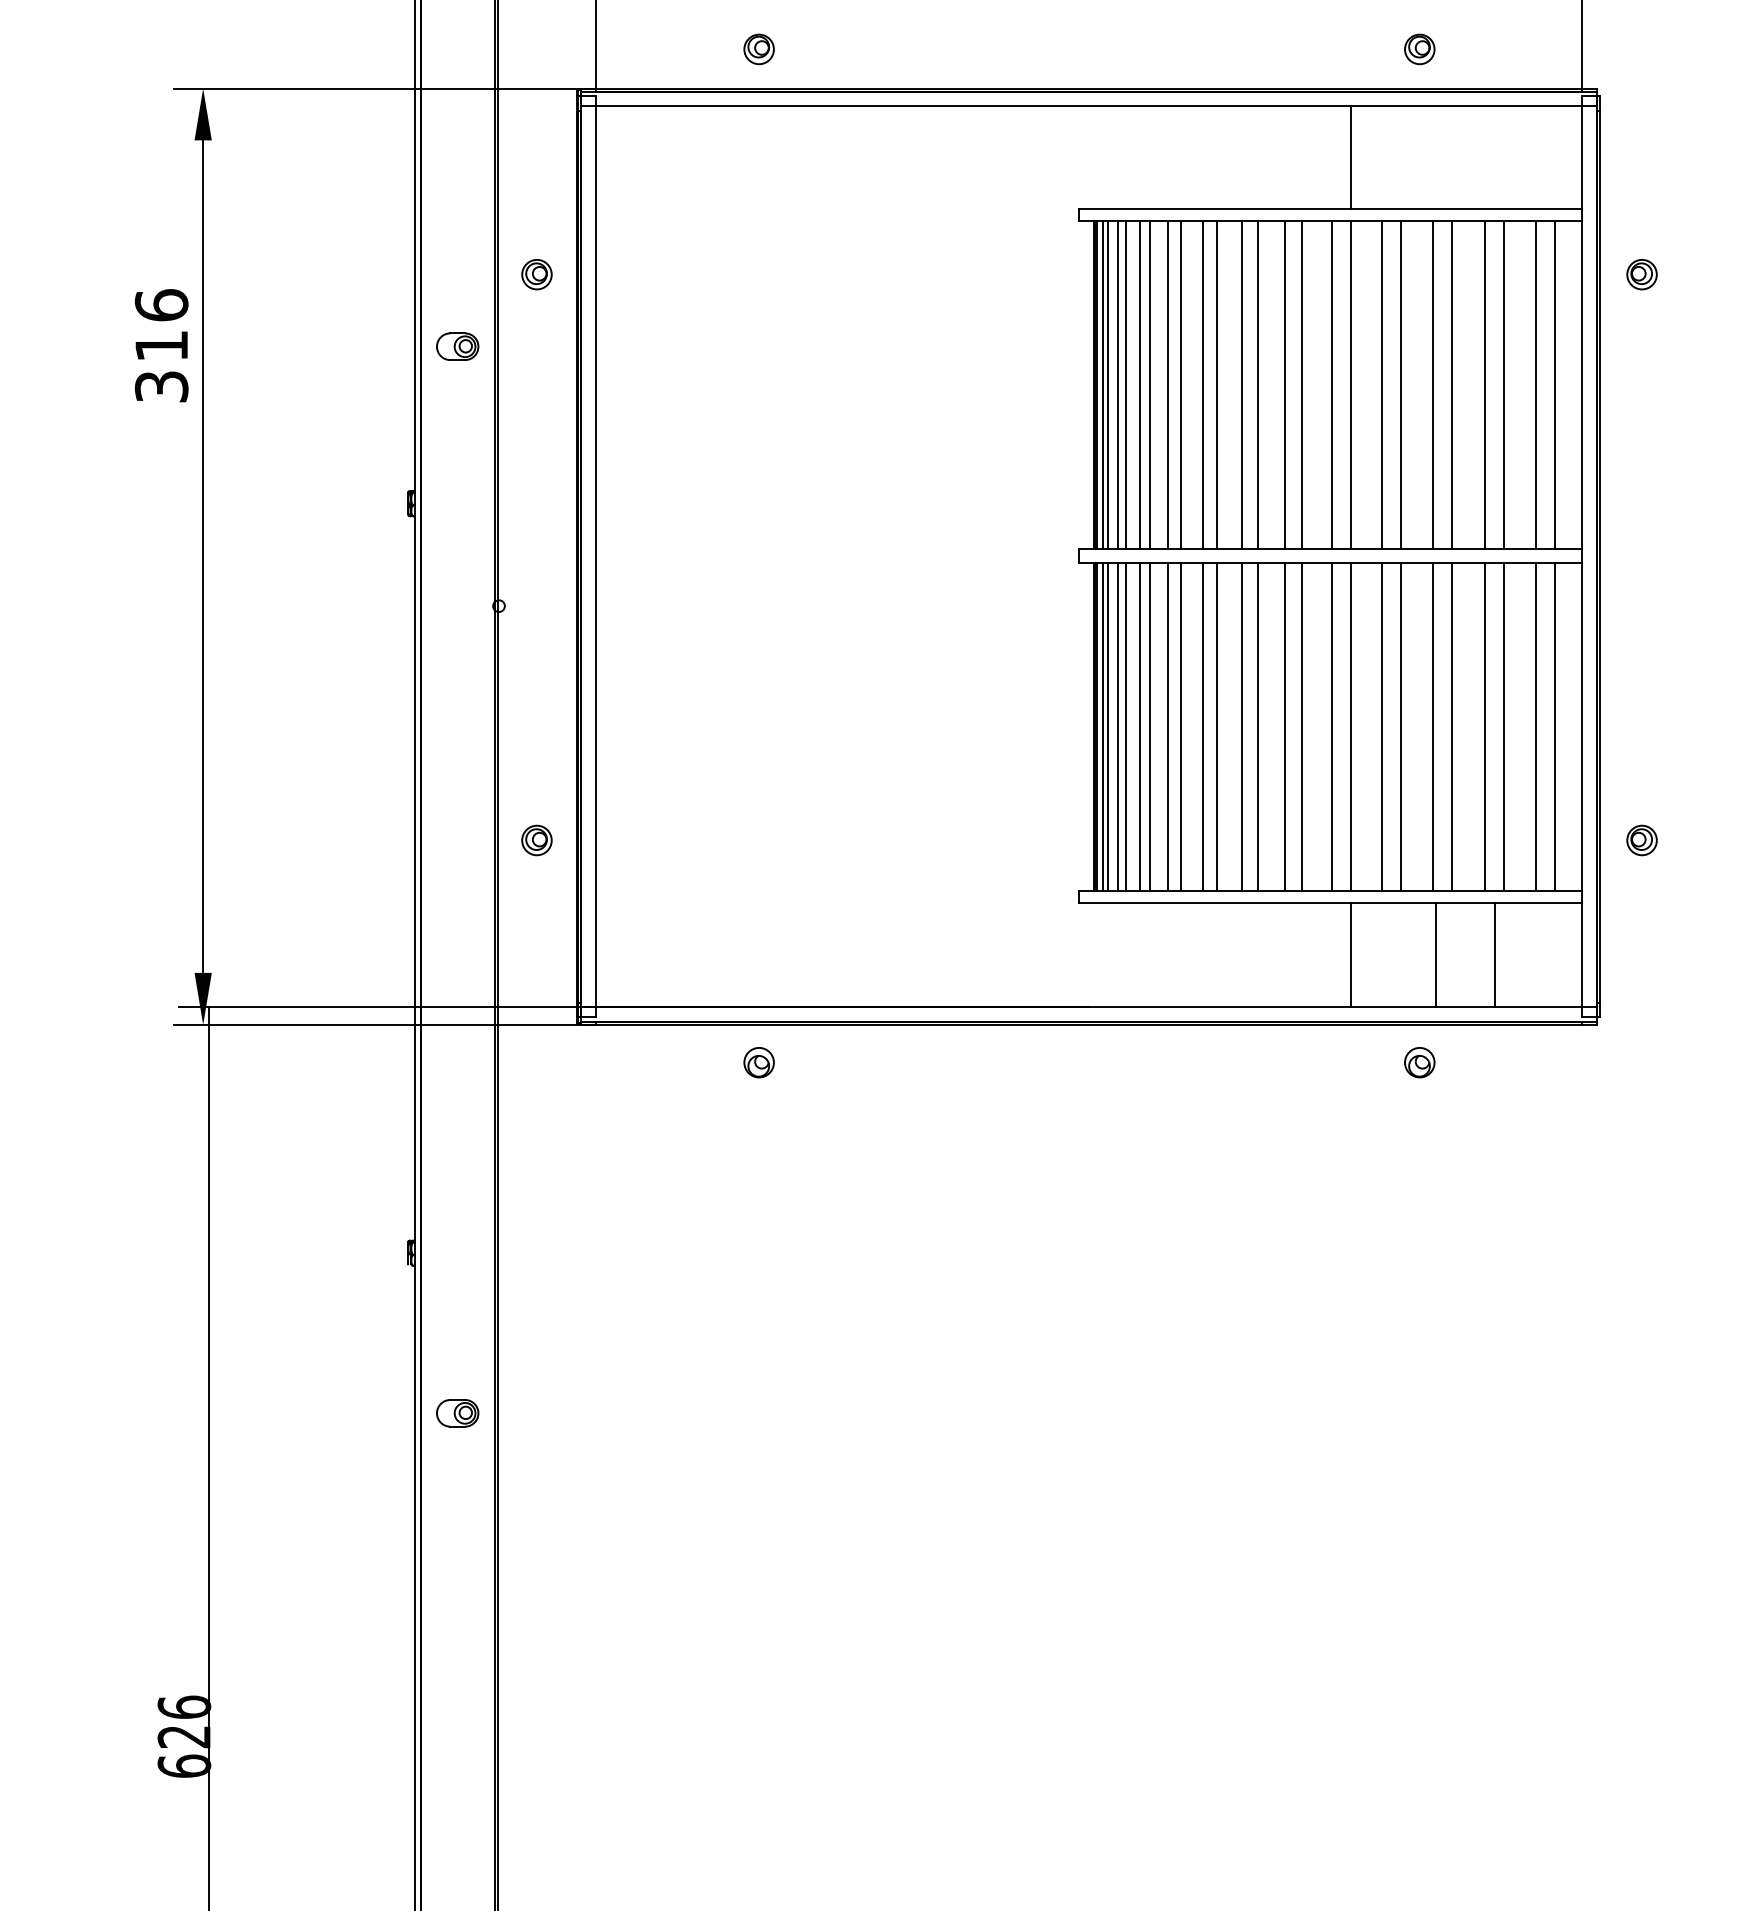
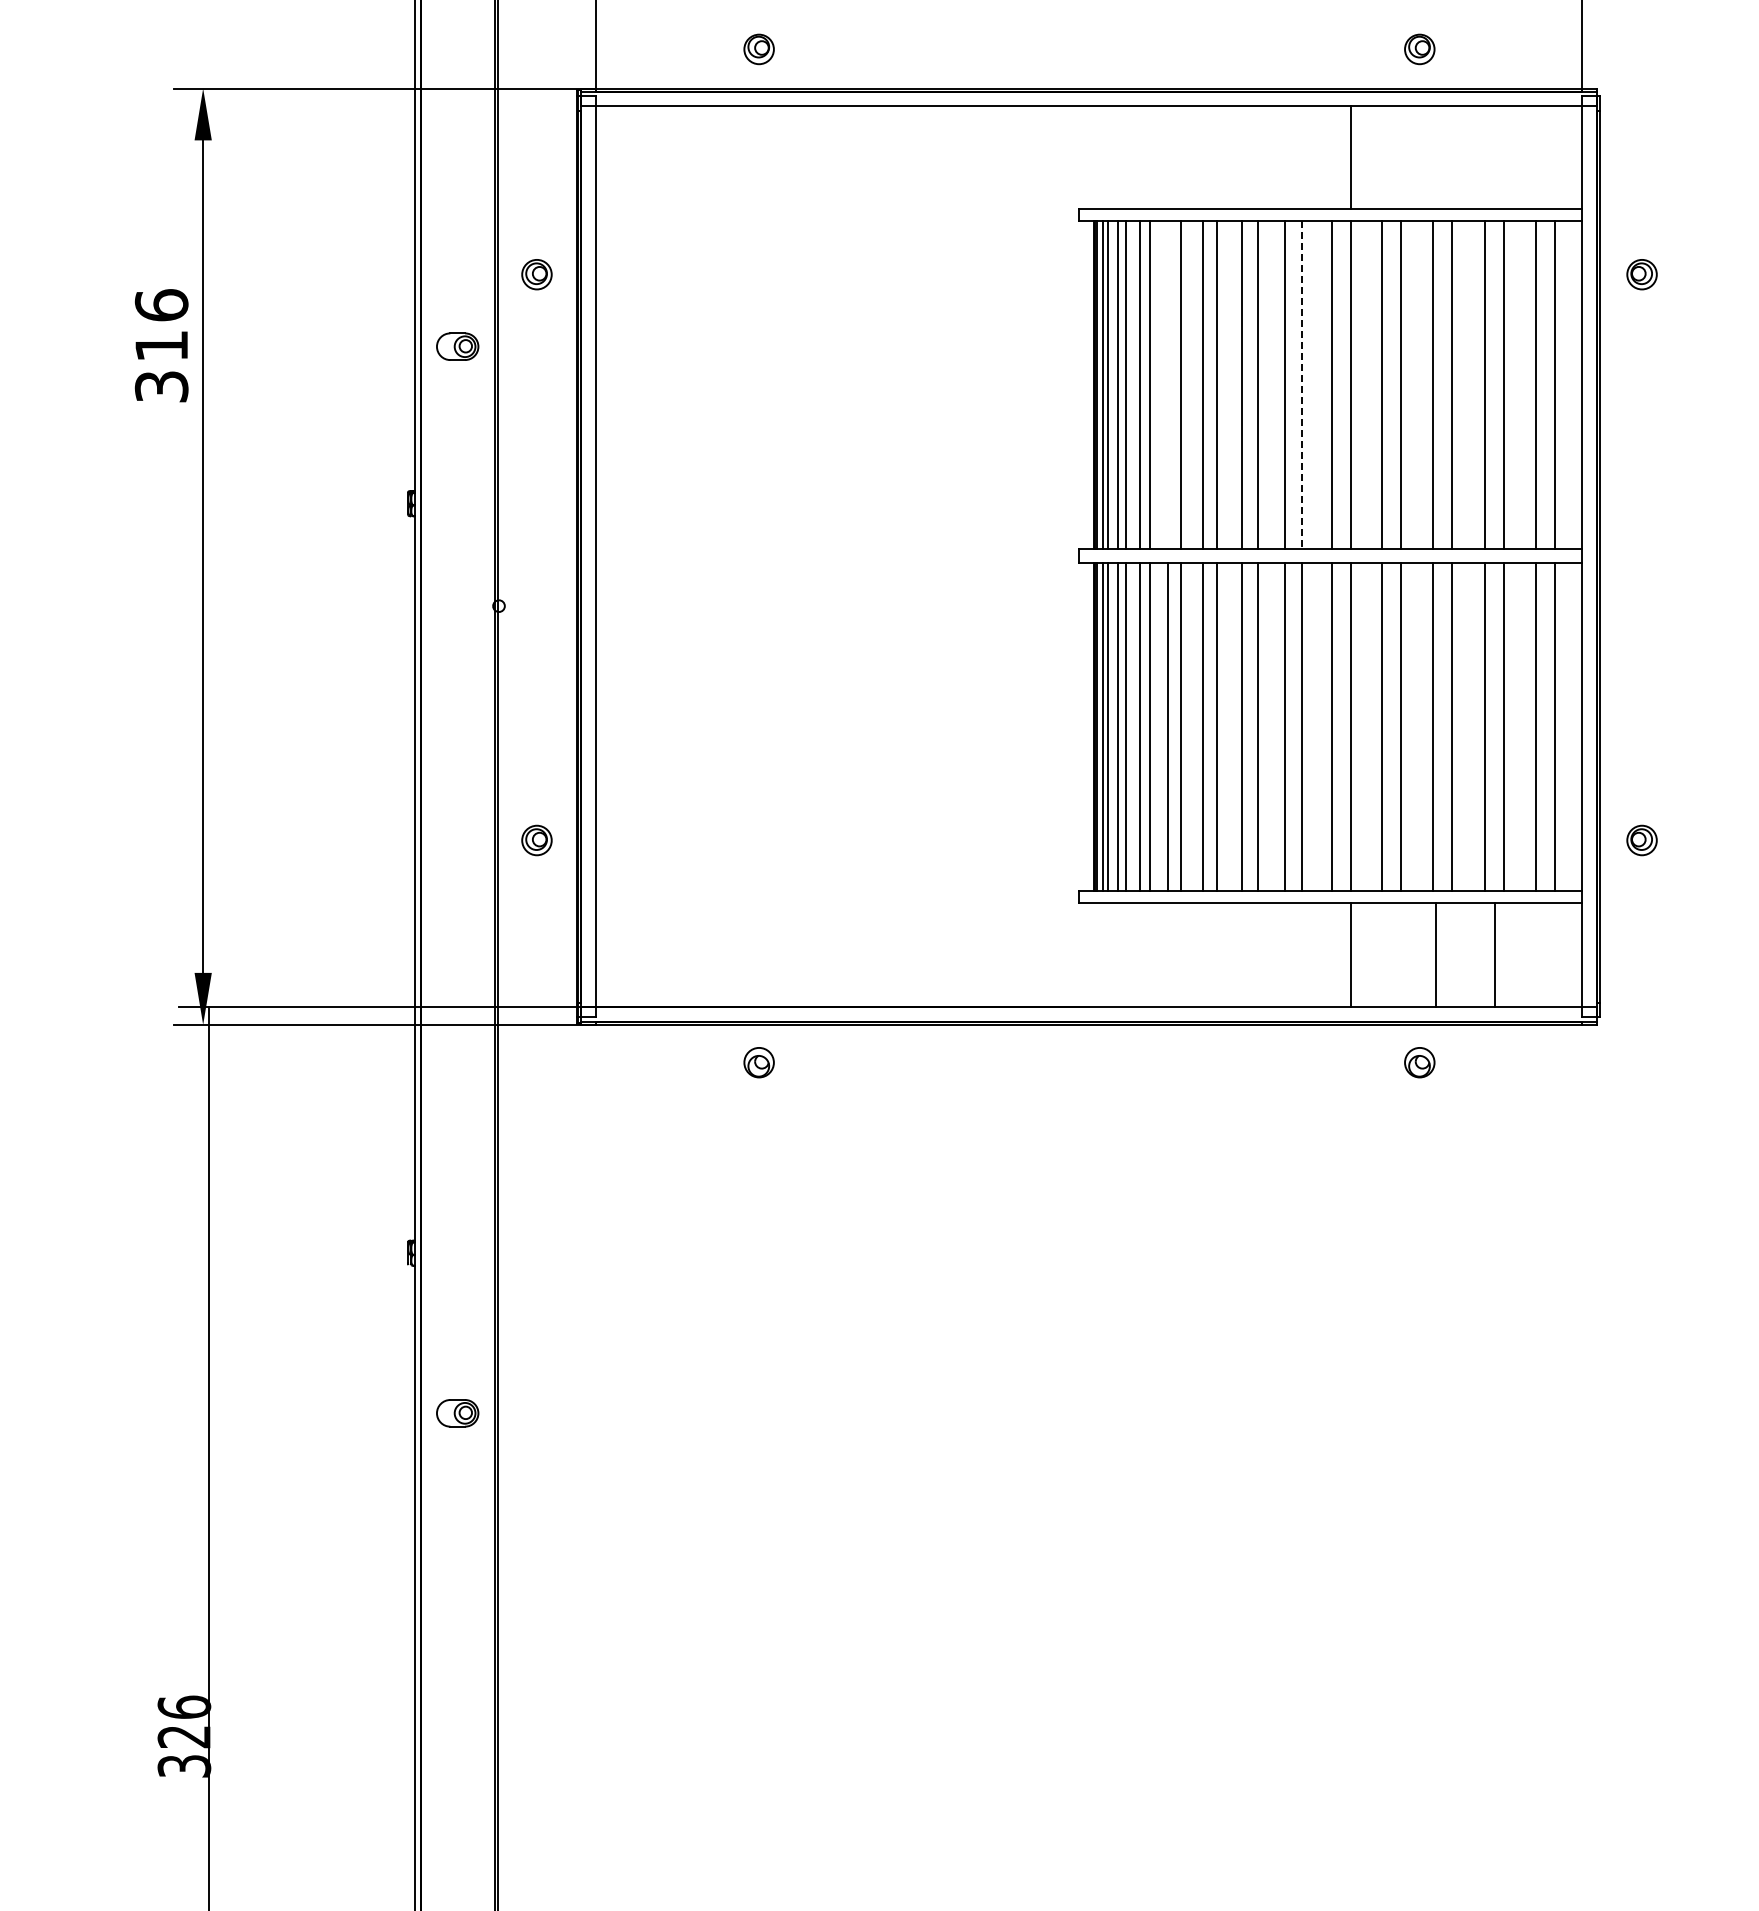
line at (1168, 384): present -> none
line at (1302, 384): solid -> dashed
text at (184, 1765): 626 -> 326
